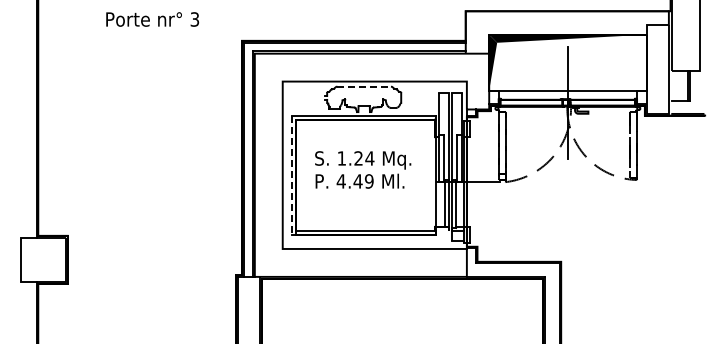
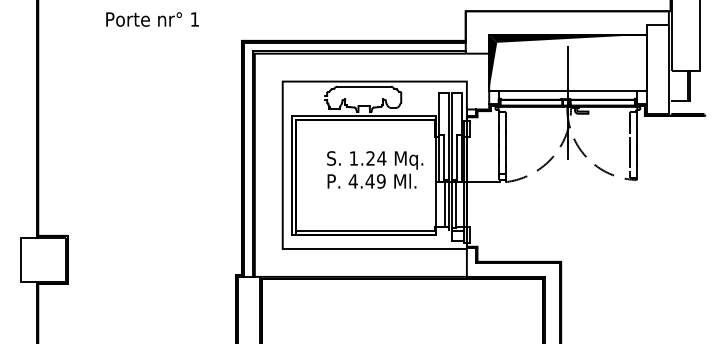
text at (194, 19): 3 -> 1
line at (364, 86): dashed -> solid
text at (363, 169) position: (363, 169) -> (375, 169)
line at (291, 175): dashed -> solid
